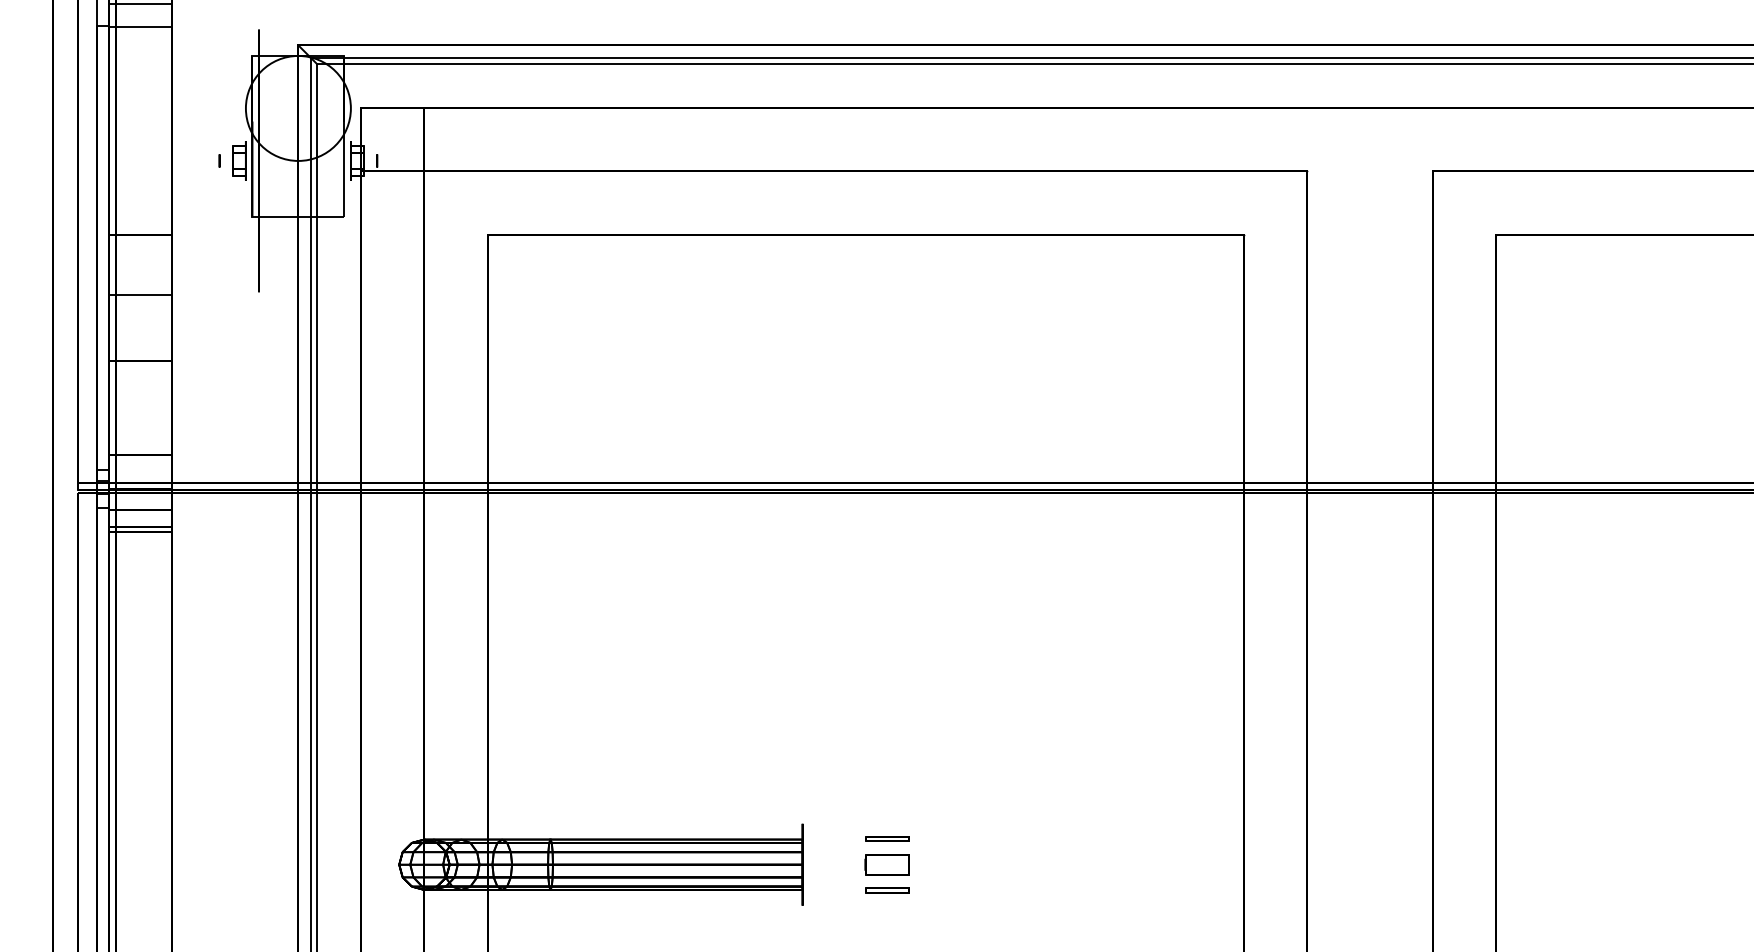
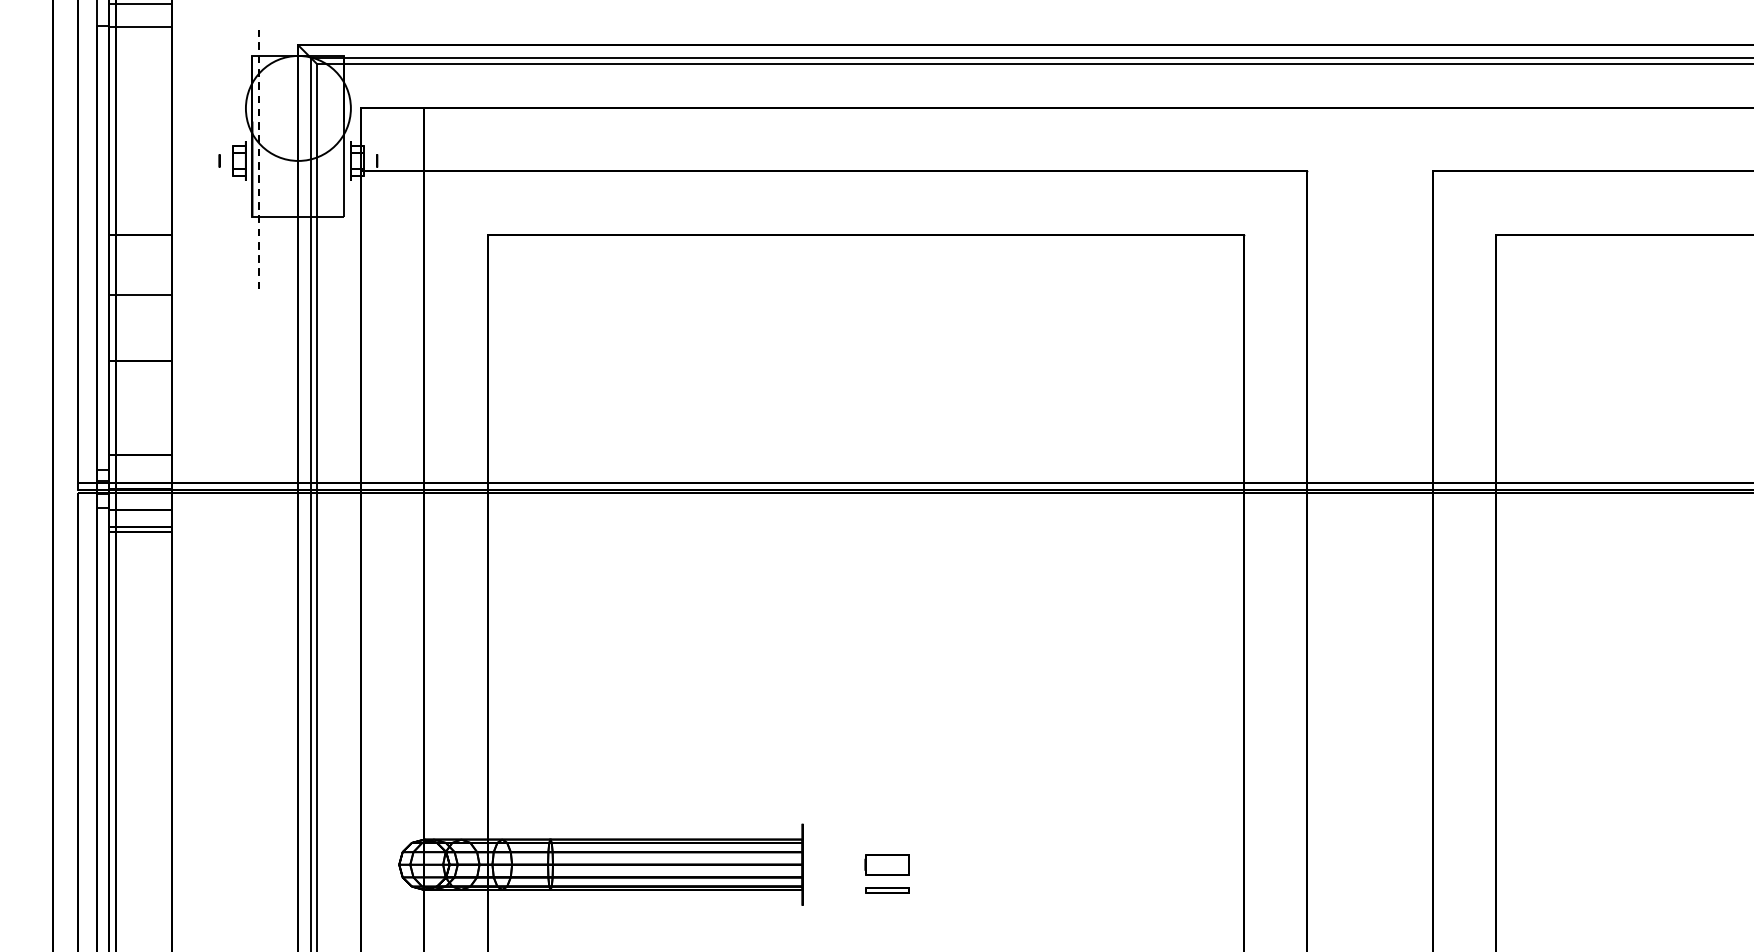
circle at (259, 160): solid -> dashed
part at (887, 838): present -> none
